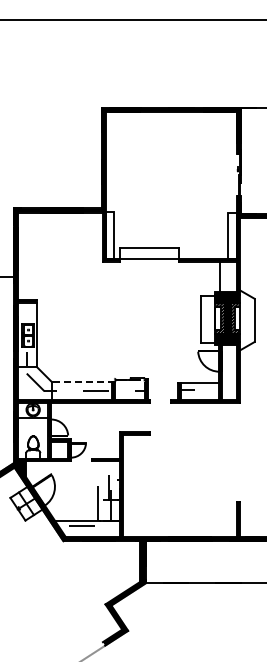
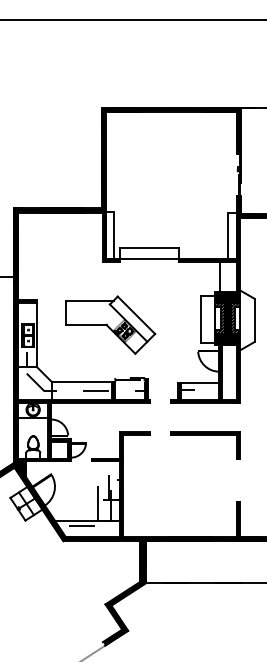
part at (110, 324): none -> present
line at (83, 381): dashed -> solid
part at (205, 435): none -> present
